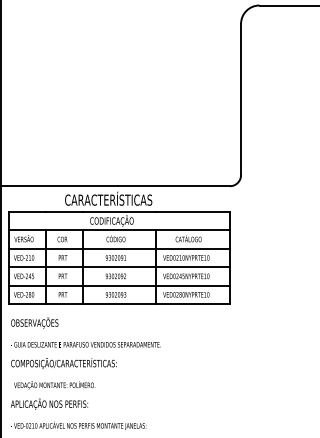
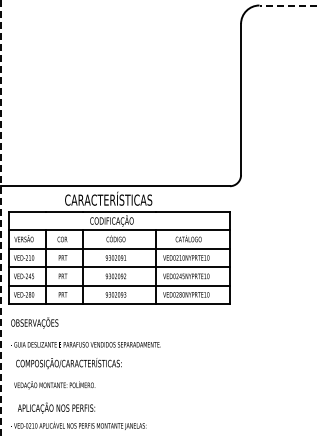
line at (289, 5): solid -> dashed
line at (1, 218): solid -> dashed
text at (63, 363) position: (63, 363) -> (68, 363)
text at (49, 403) position: (49, 403) -> (56, 407)
